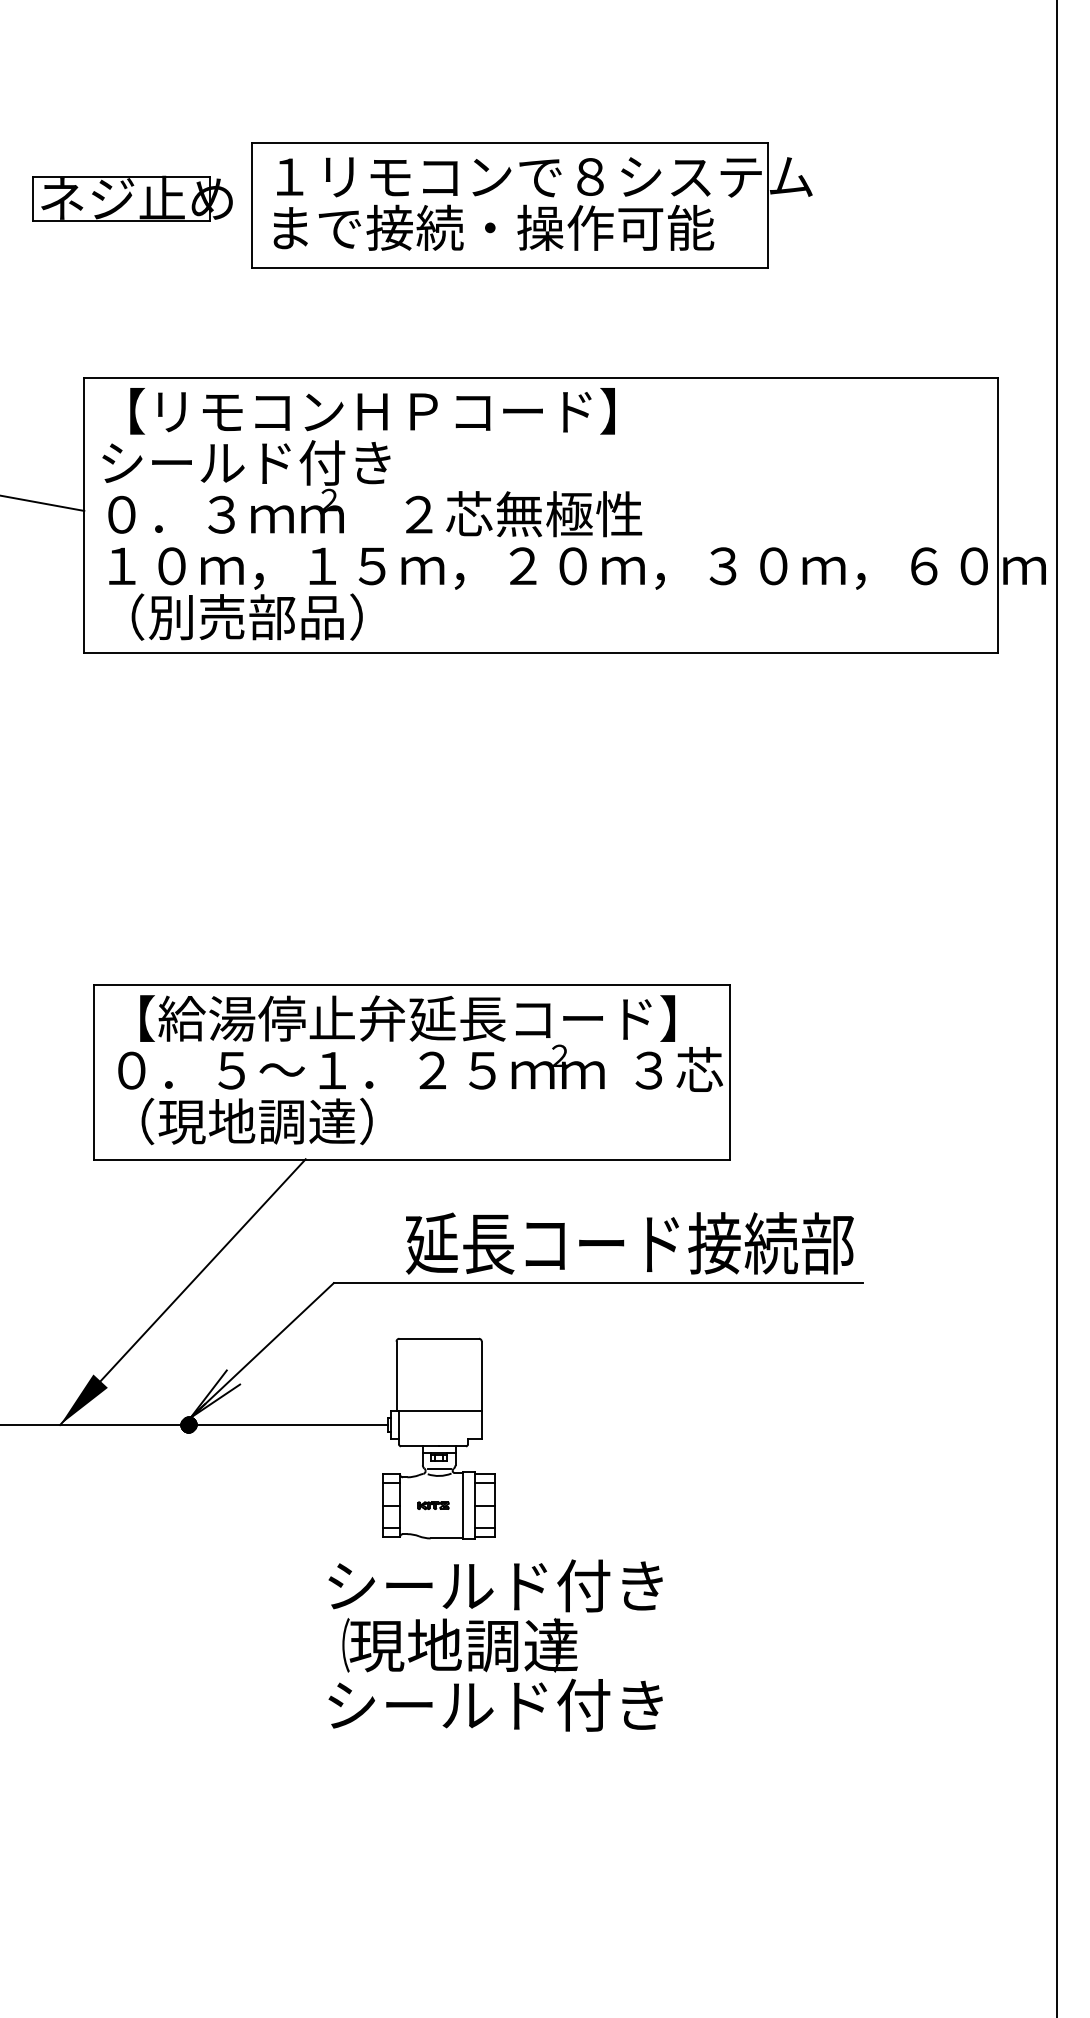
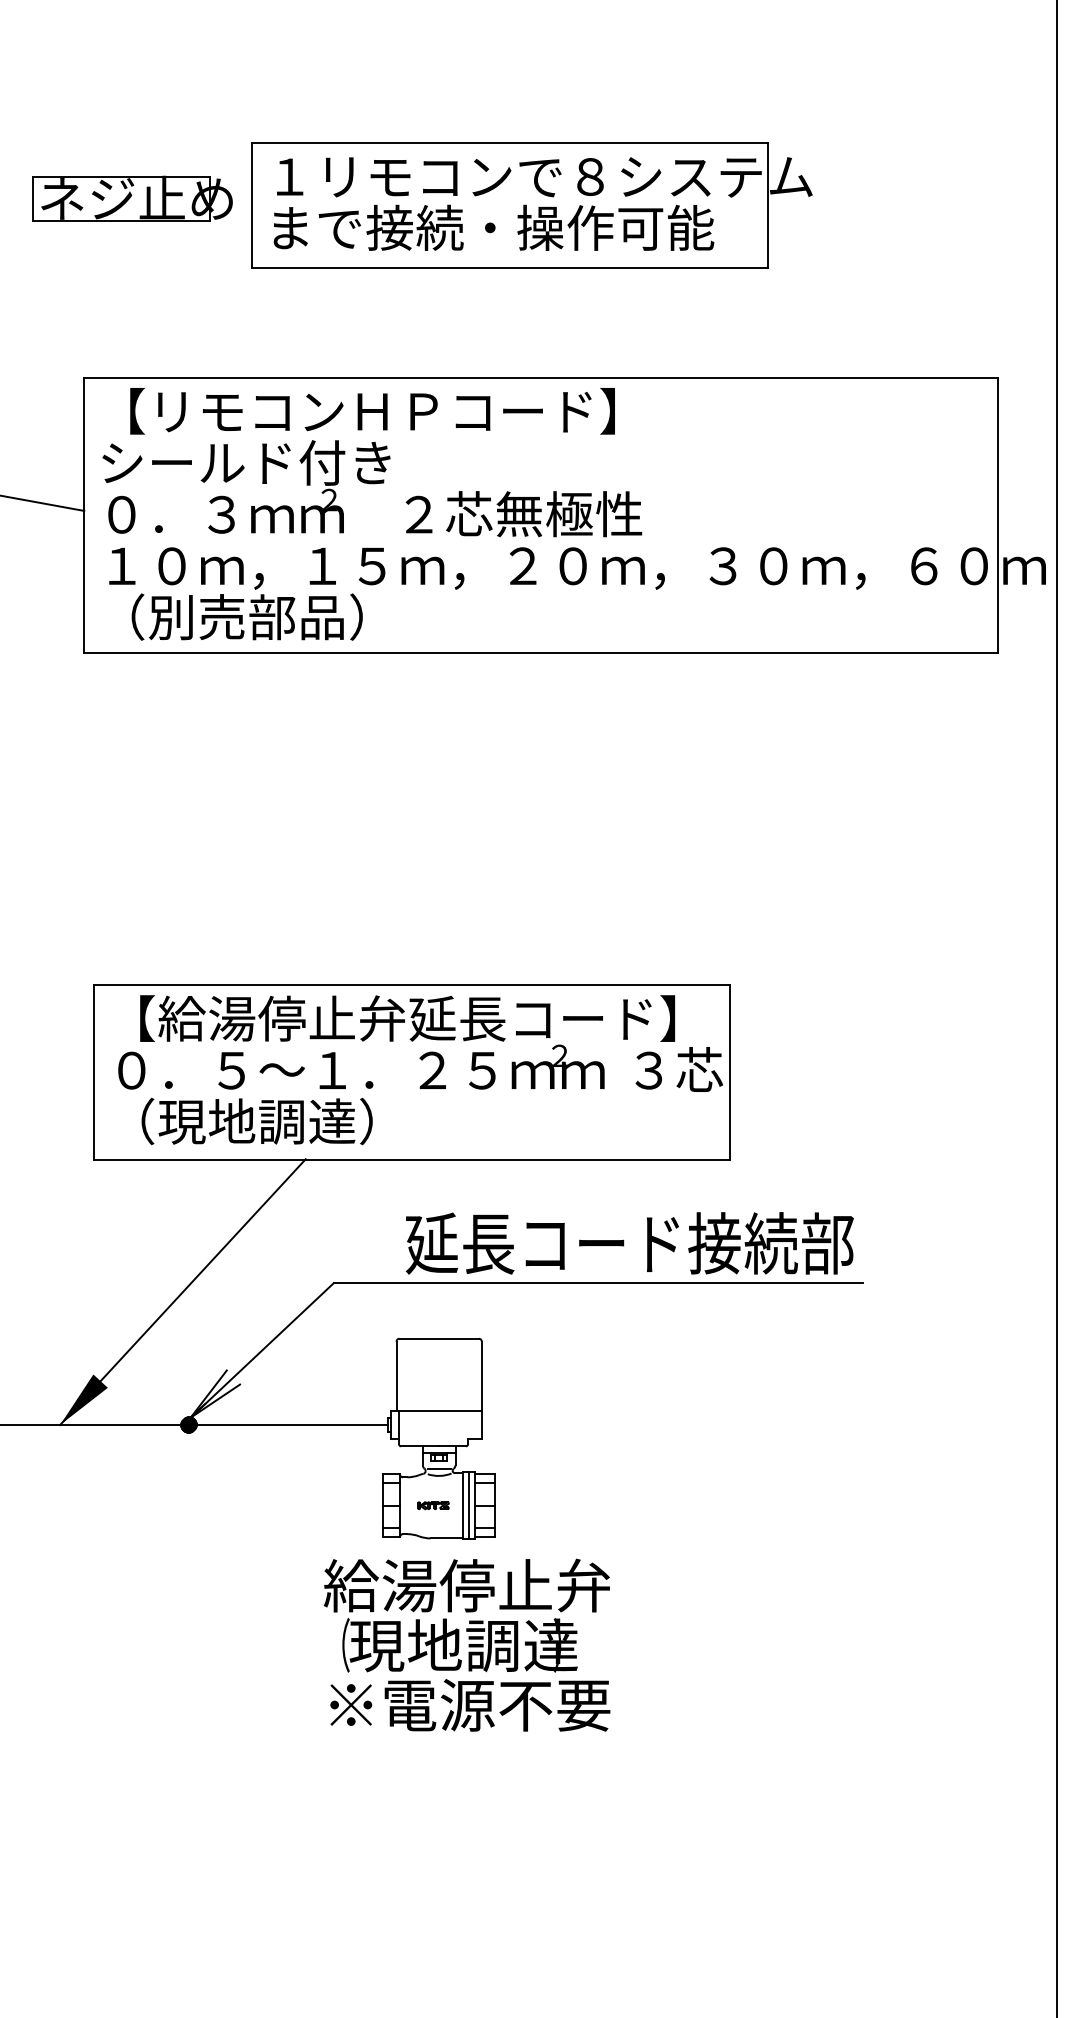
line at (469, 1505): none -> present
text at (492, 1585): シールド付き -> 給湯停止弁
text at (495, 1704): シールド付き -> ※電源不要
